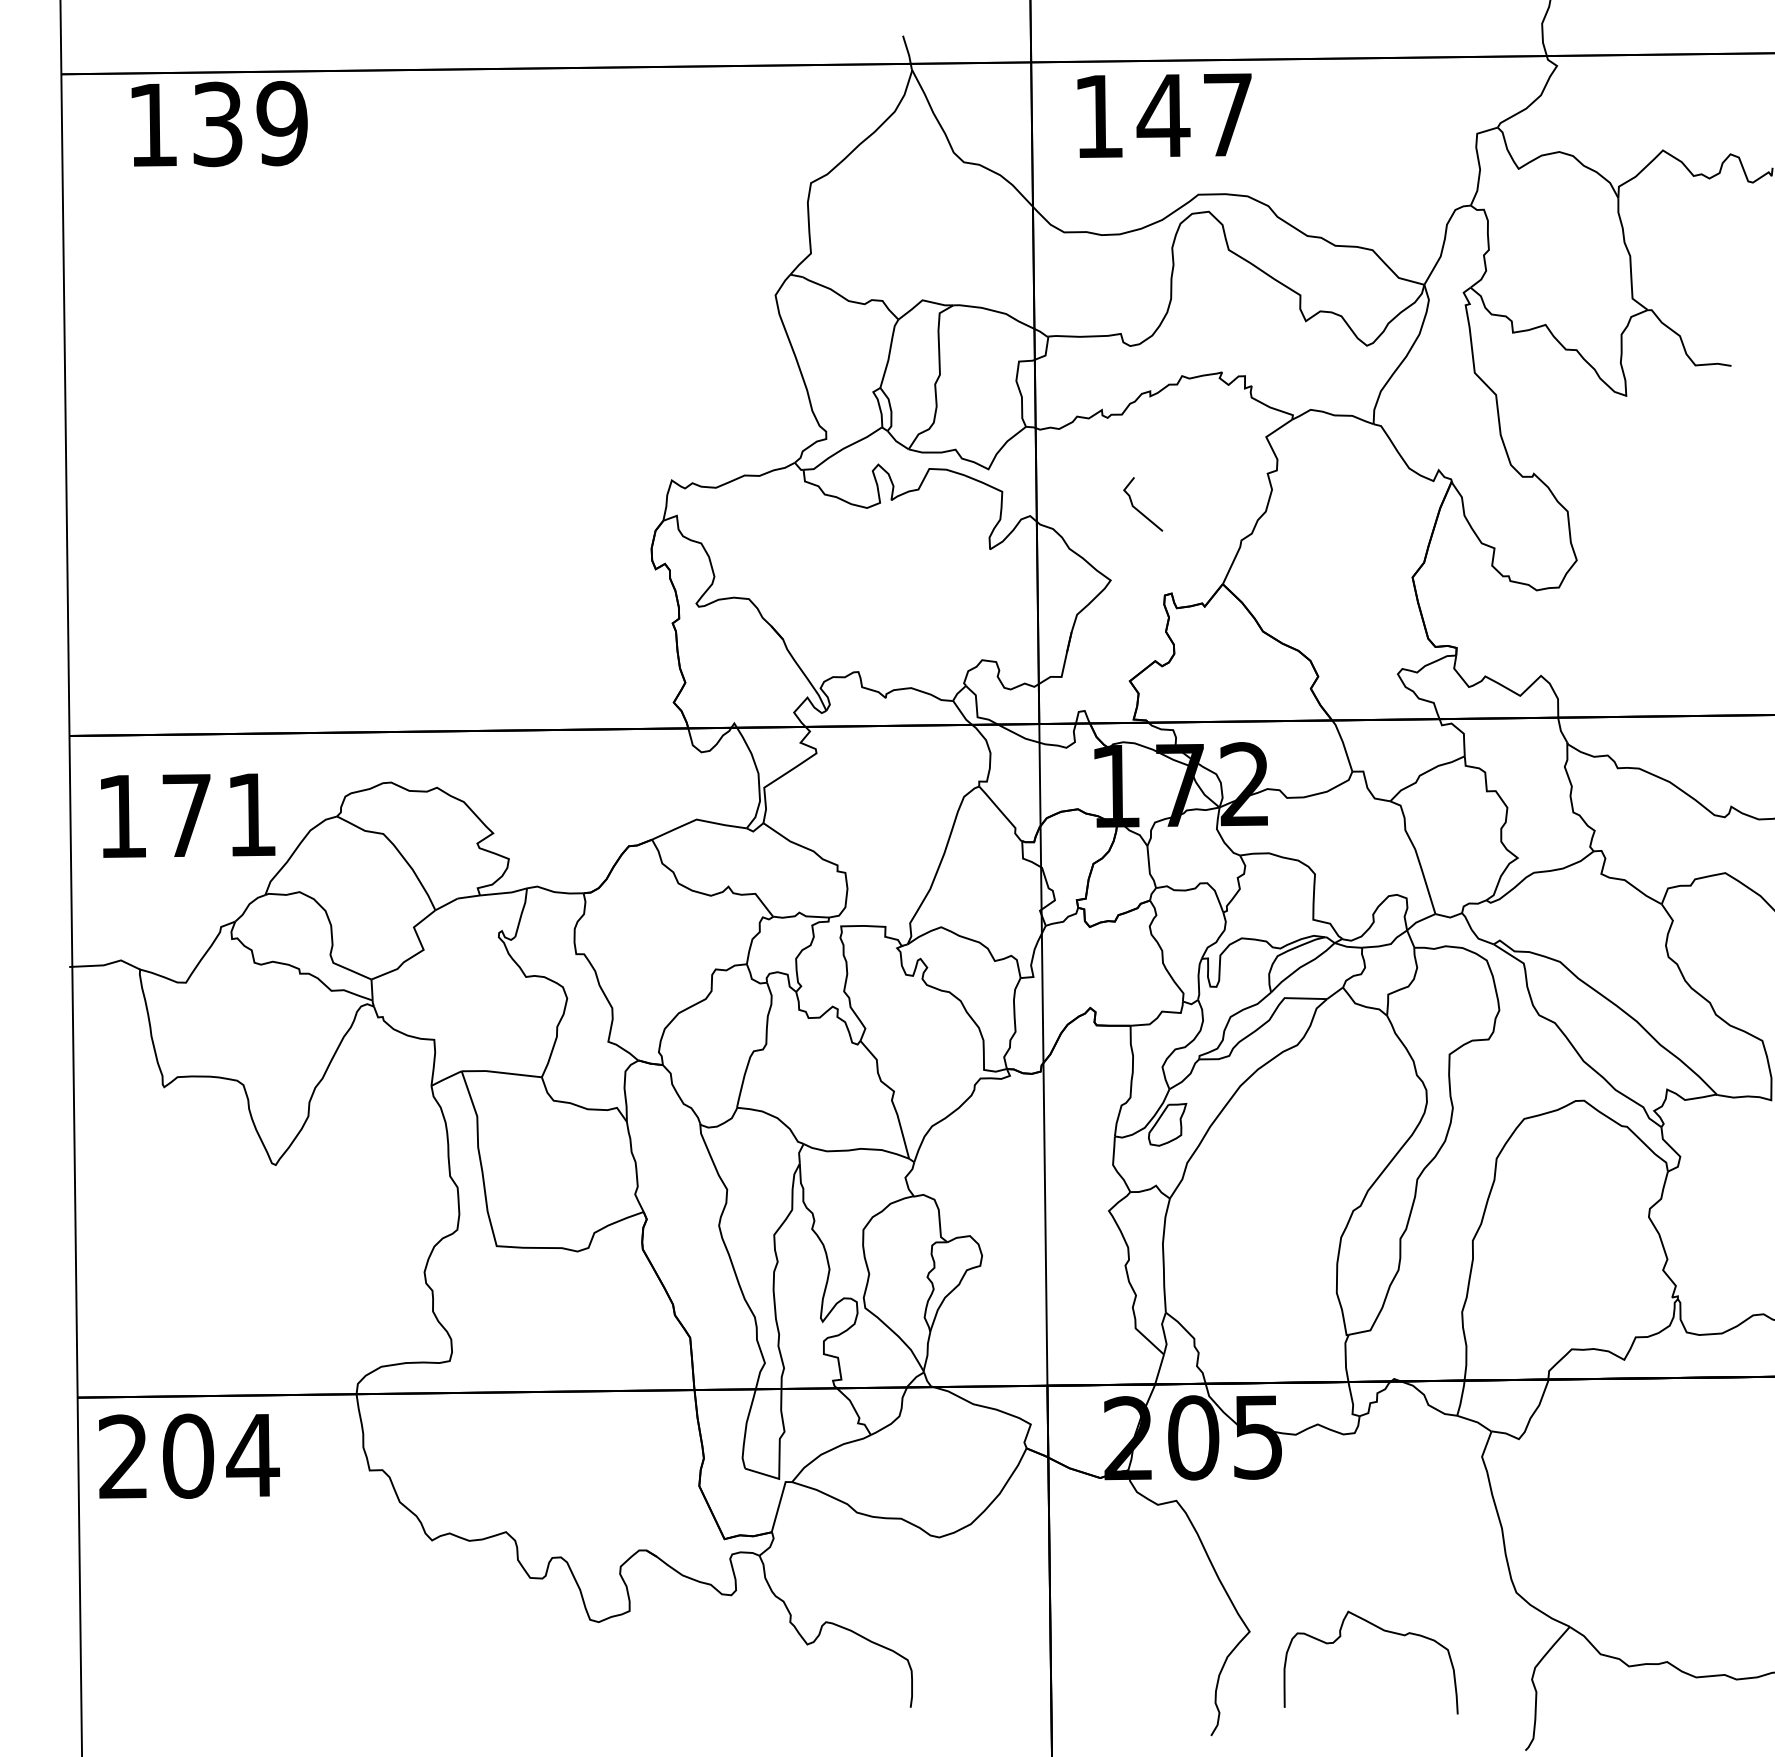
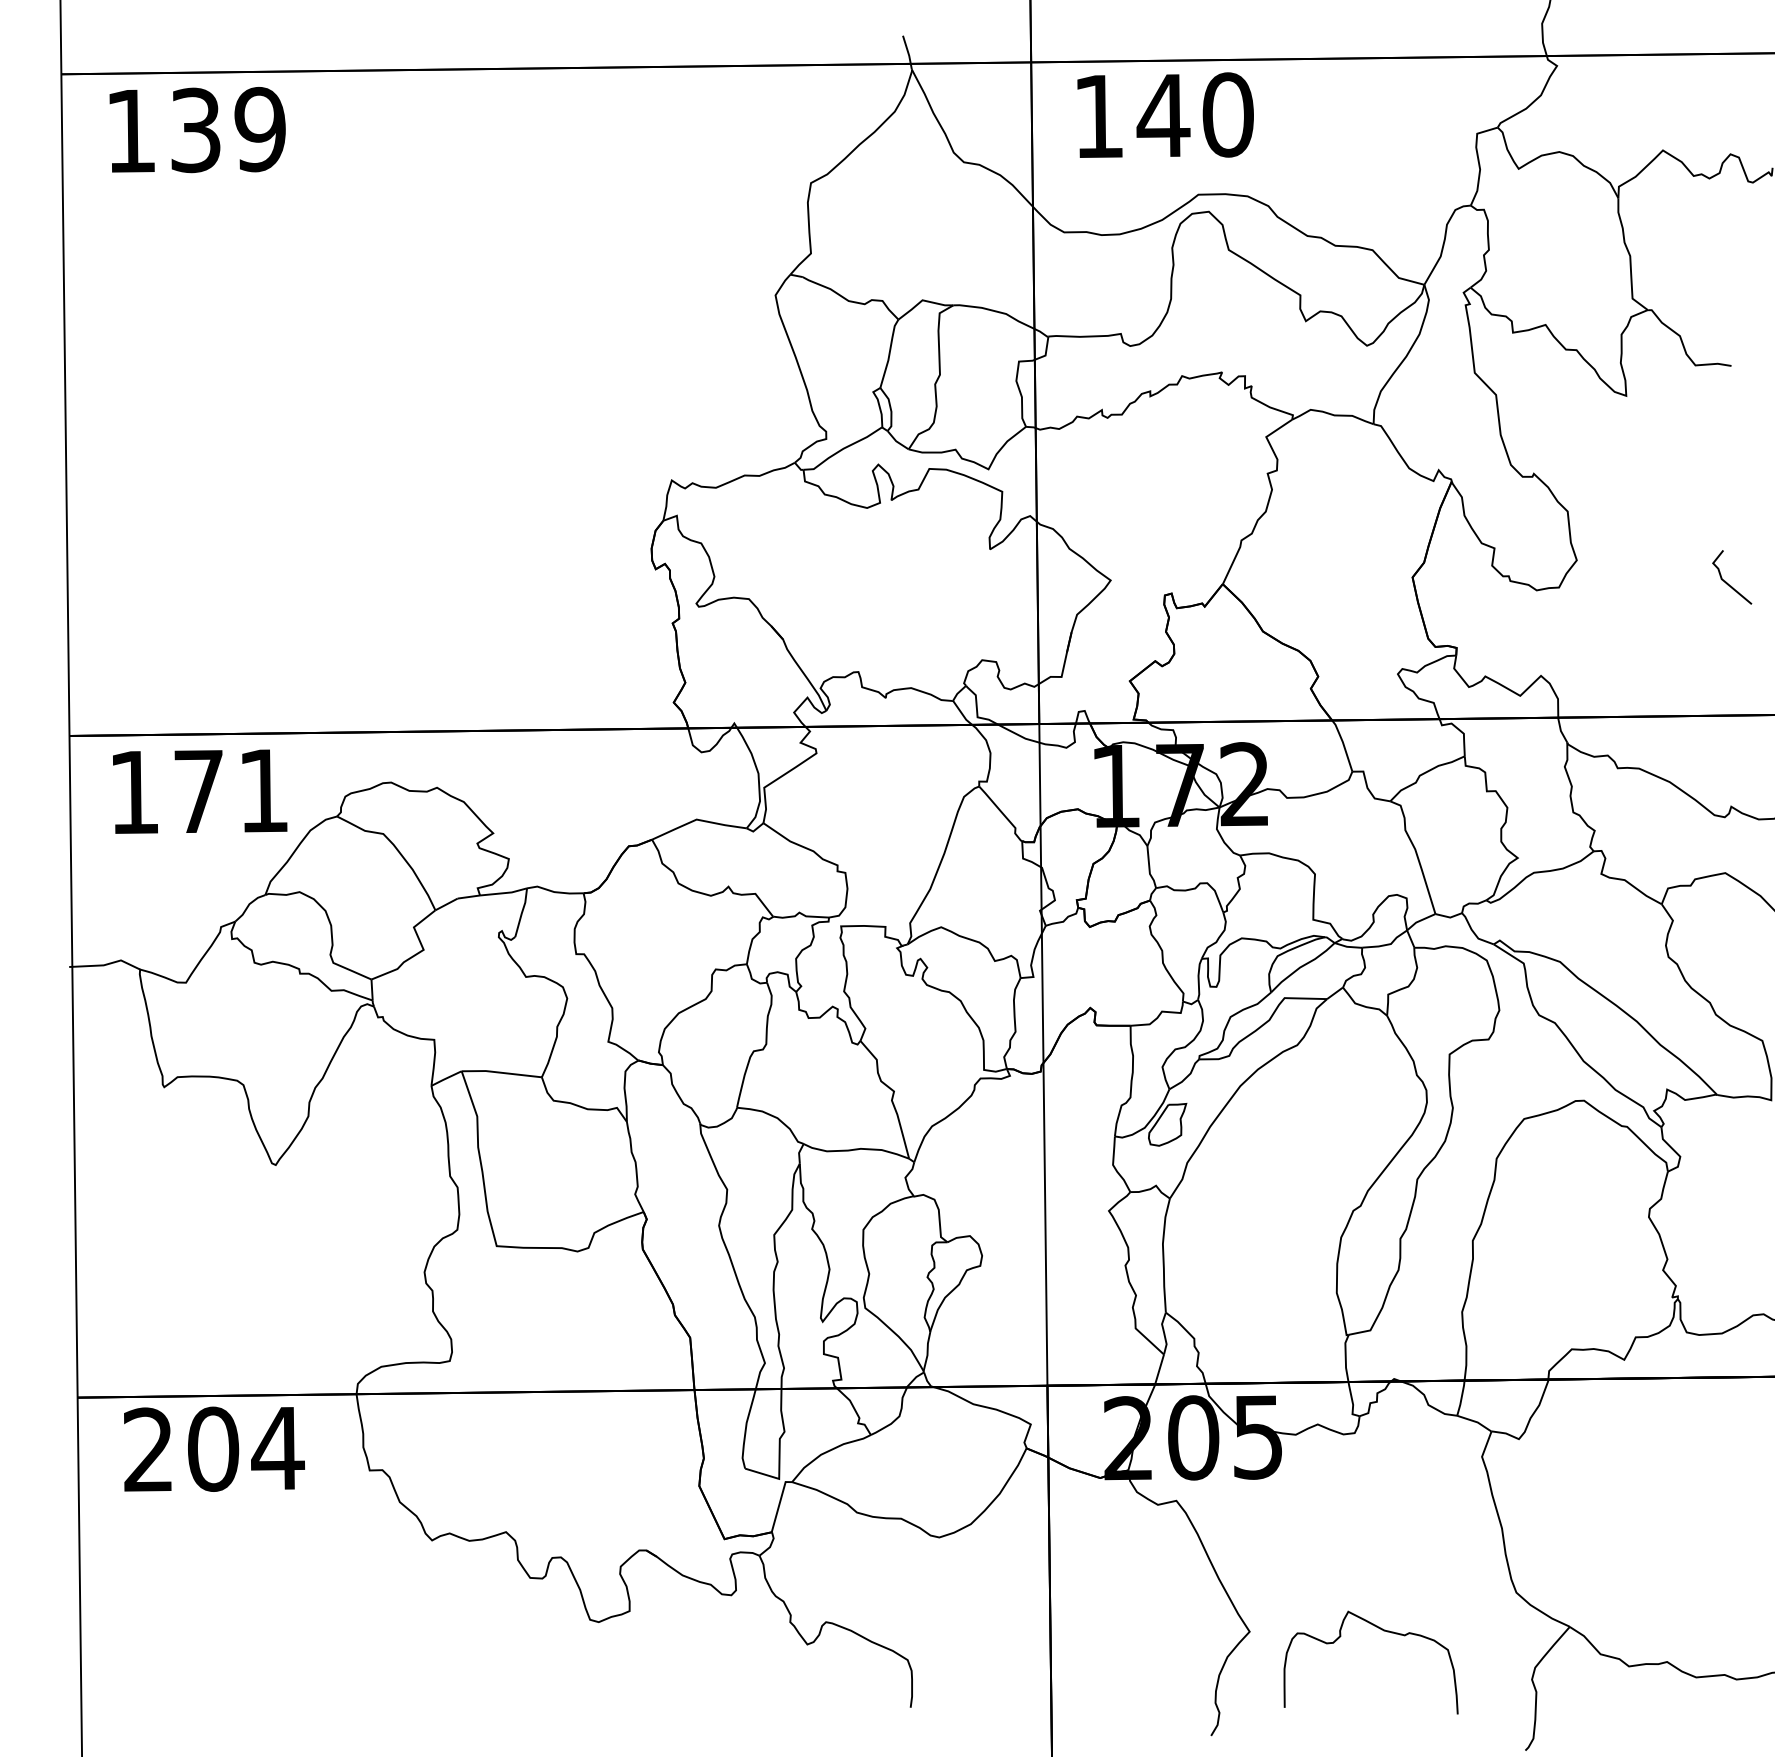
text at (1227, 114): 147 -> 140
text at (219, 124) position: (219, 124) -> (197, 130)
line at (1138, 509) position: (1138, 509) -> (1727, 582)
text at (188, 815) position: (188, 815) -> (200, 791)
text at (189, 1455) position: (189, 1455) -> (214, 1448)
